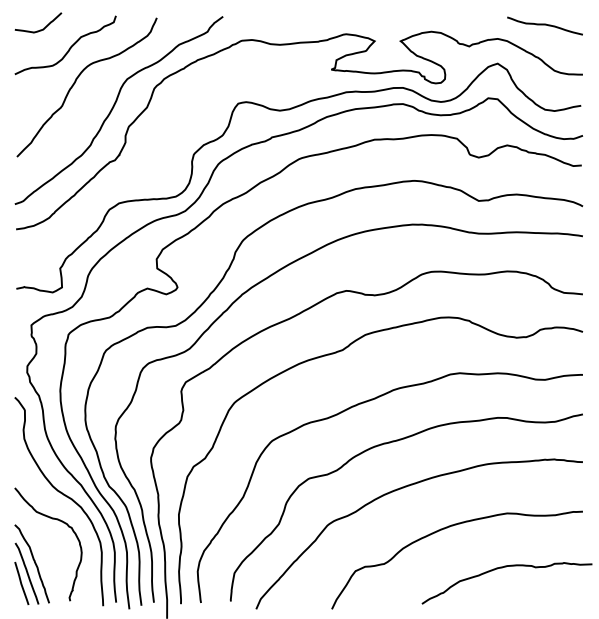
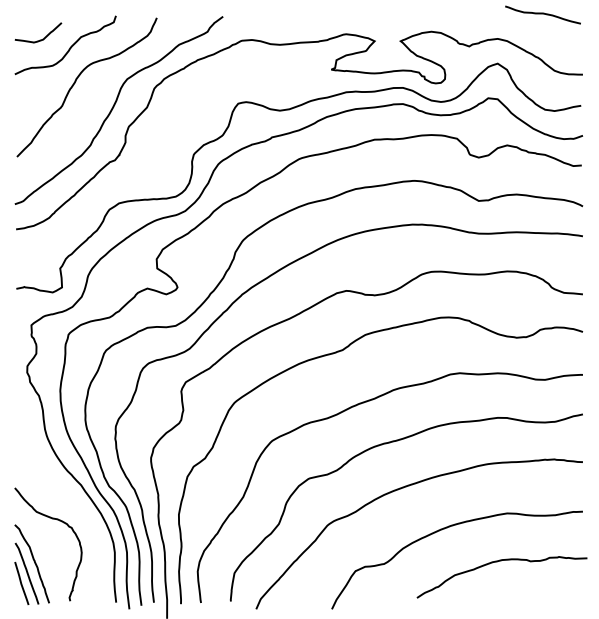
curve at (544, 25) position: (544, 25) -> (542, 14)
curve at (42, 28) position: (42, 28) -> (42, 38)
curve at (63, 495): present -> none
curve at (502, 568) position: (502, 568) -> (497, 562)
